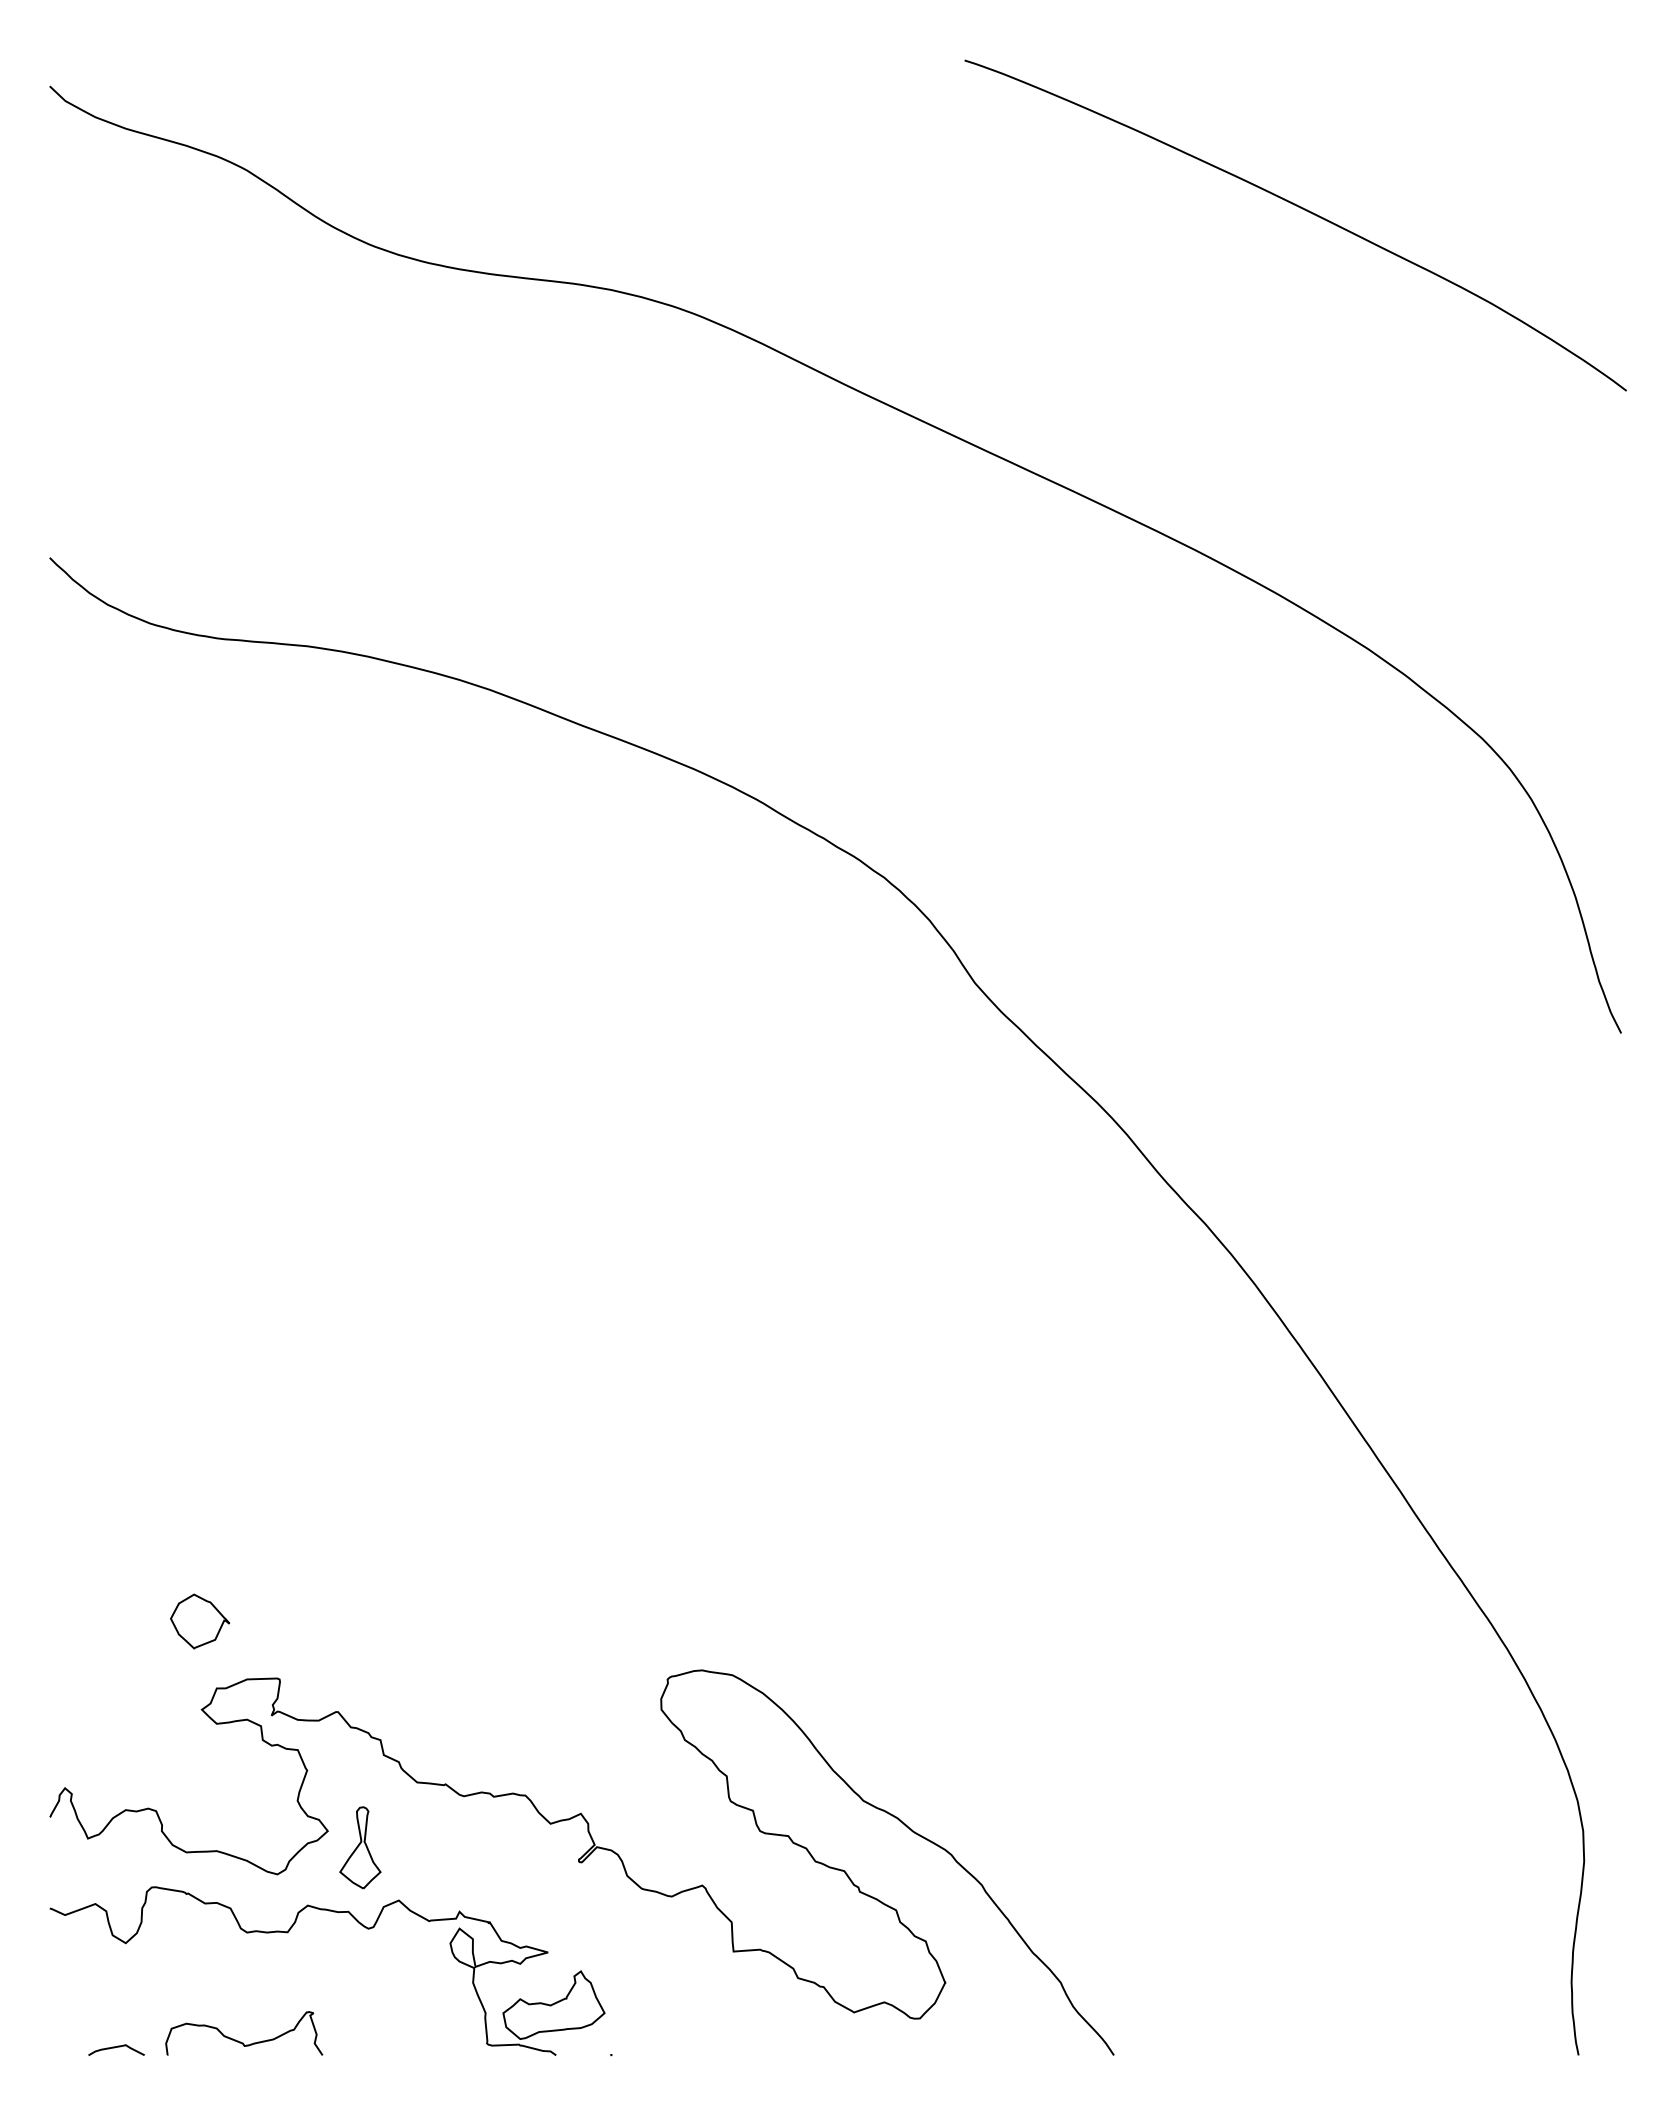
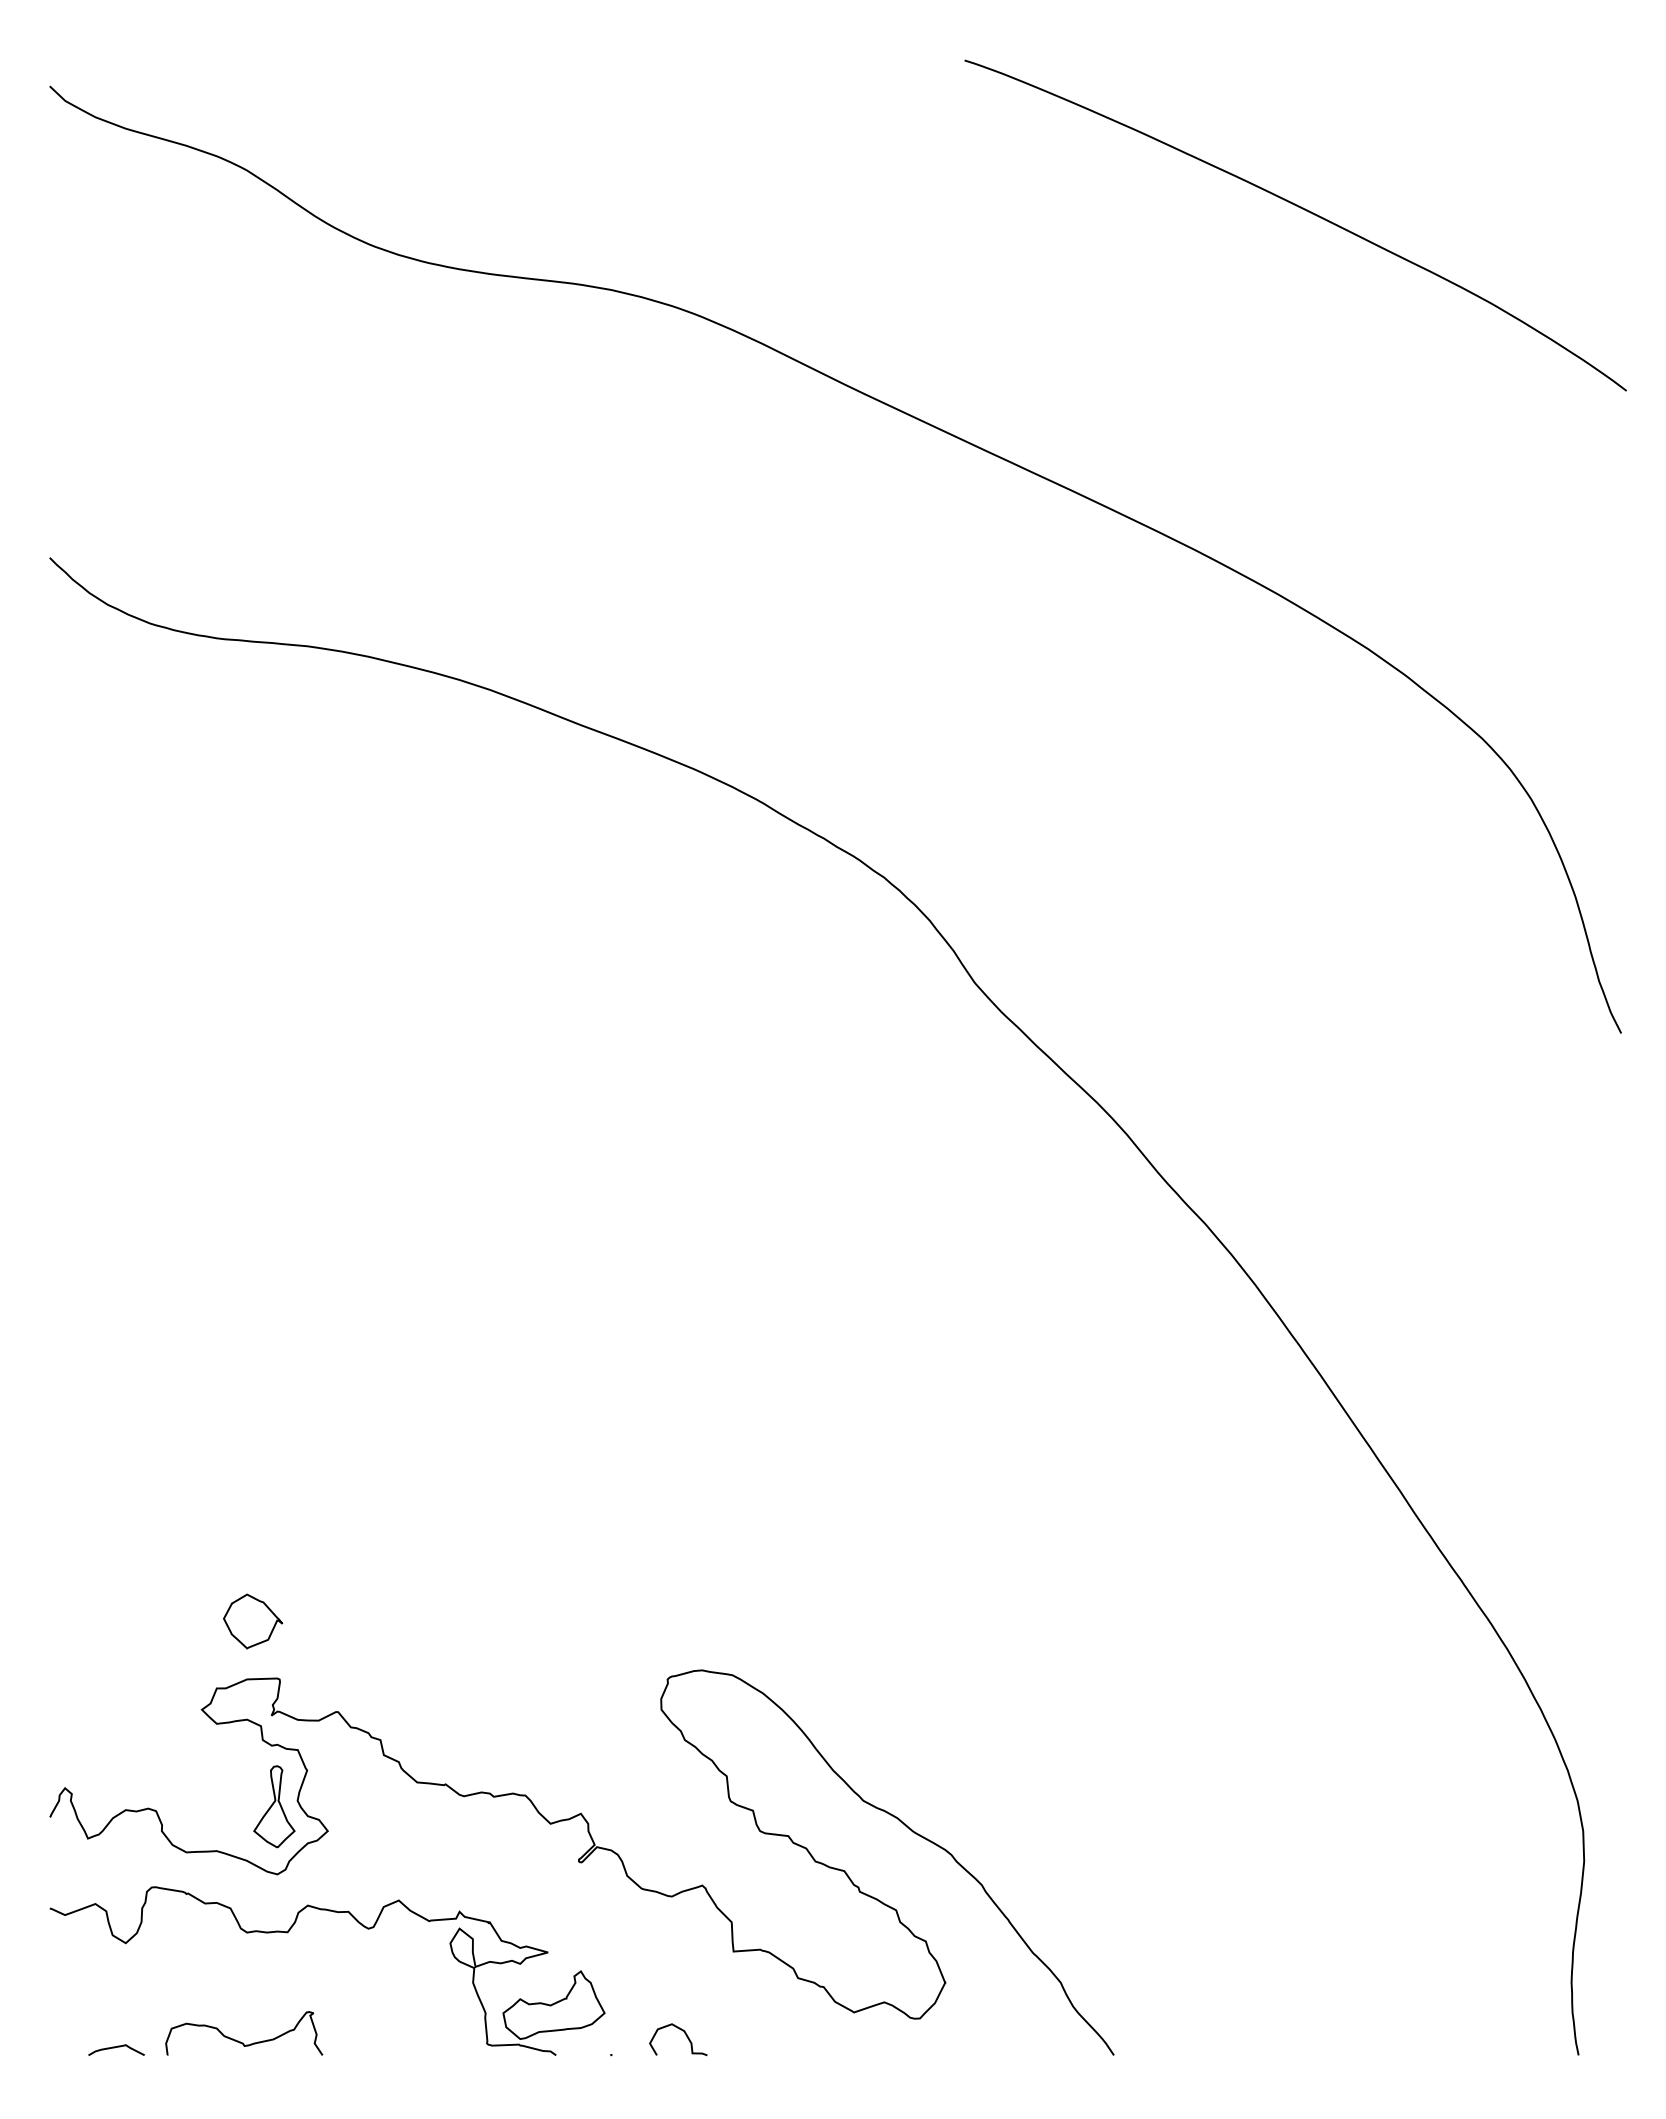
part at (200, 1621) position: (200, 1621) -> (253, 1621)
part at (360, 1847) position: (360, 1847) -> (274, 1806)
curve at (685, 2035): none -> present
